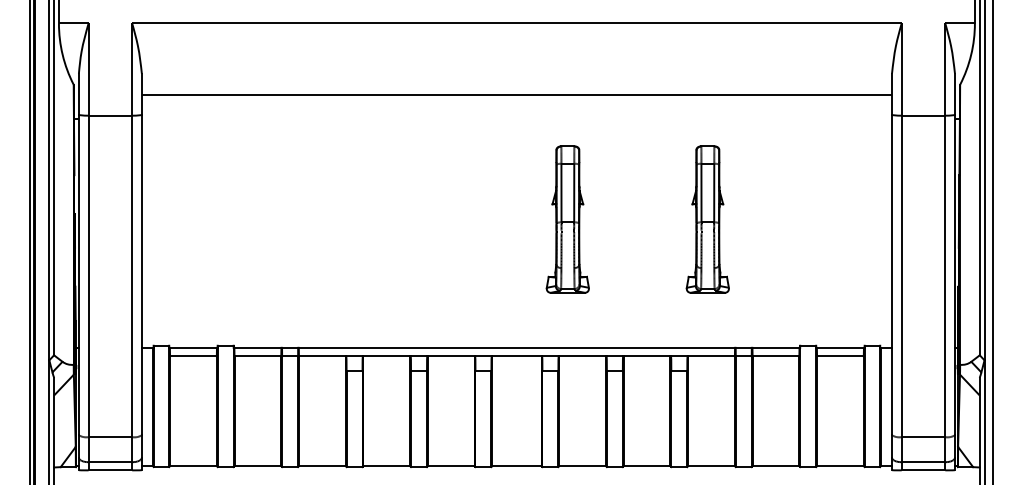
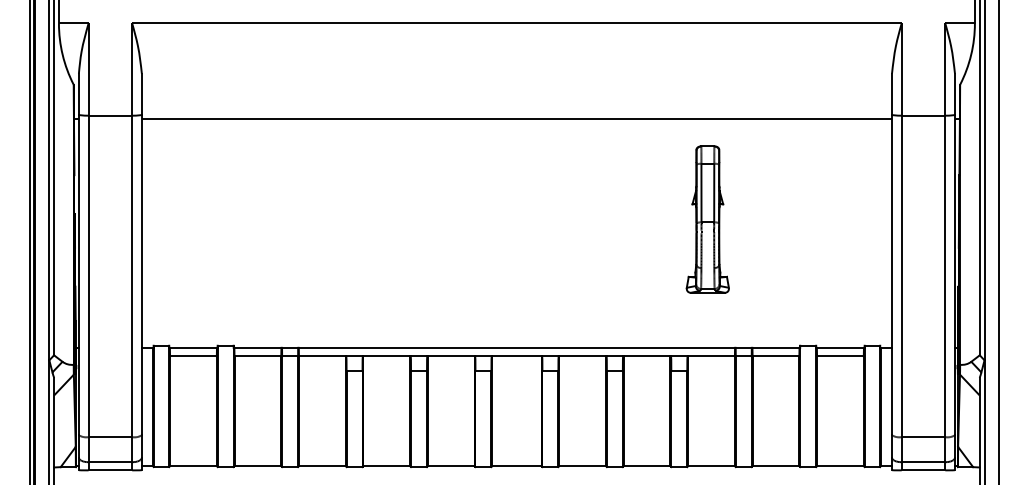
line at (516, 95) position: (516, 95) -> (516, 119)
part at (567, 219): present -> none
line at (993, 241) position: (993, 241) -> (999, 241)
